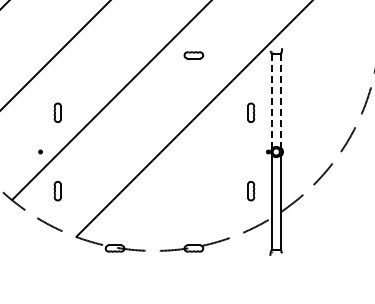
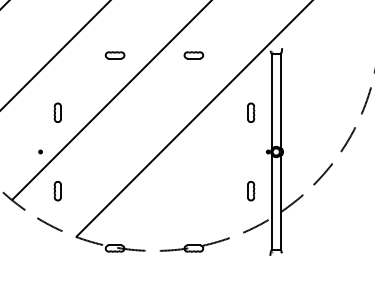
part at (114, 55): none -> present
line at (271, 101): dashed -> solid
line at (280, 101): dashed -> solid
